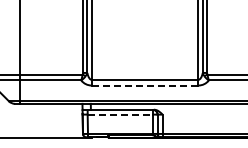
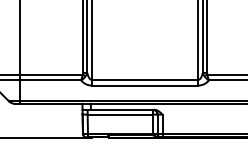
line at (144, 85): dashed -> solid
line at (120, 114): dashed -> solid
